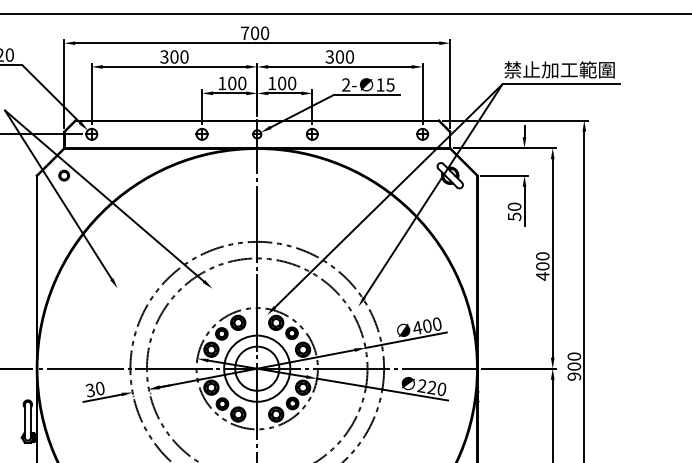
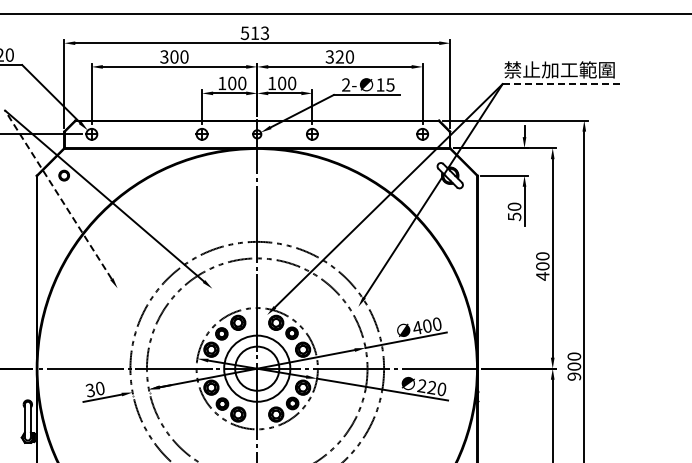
text at (254, 33): 700 -> 513
text at (339, 56): 300 -> 320
line at (561, 84): solid -> dashed
line at (58, 194): solid -> dashed
